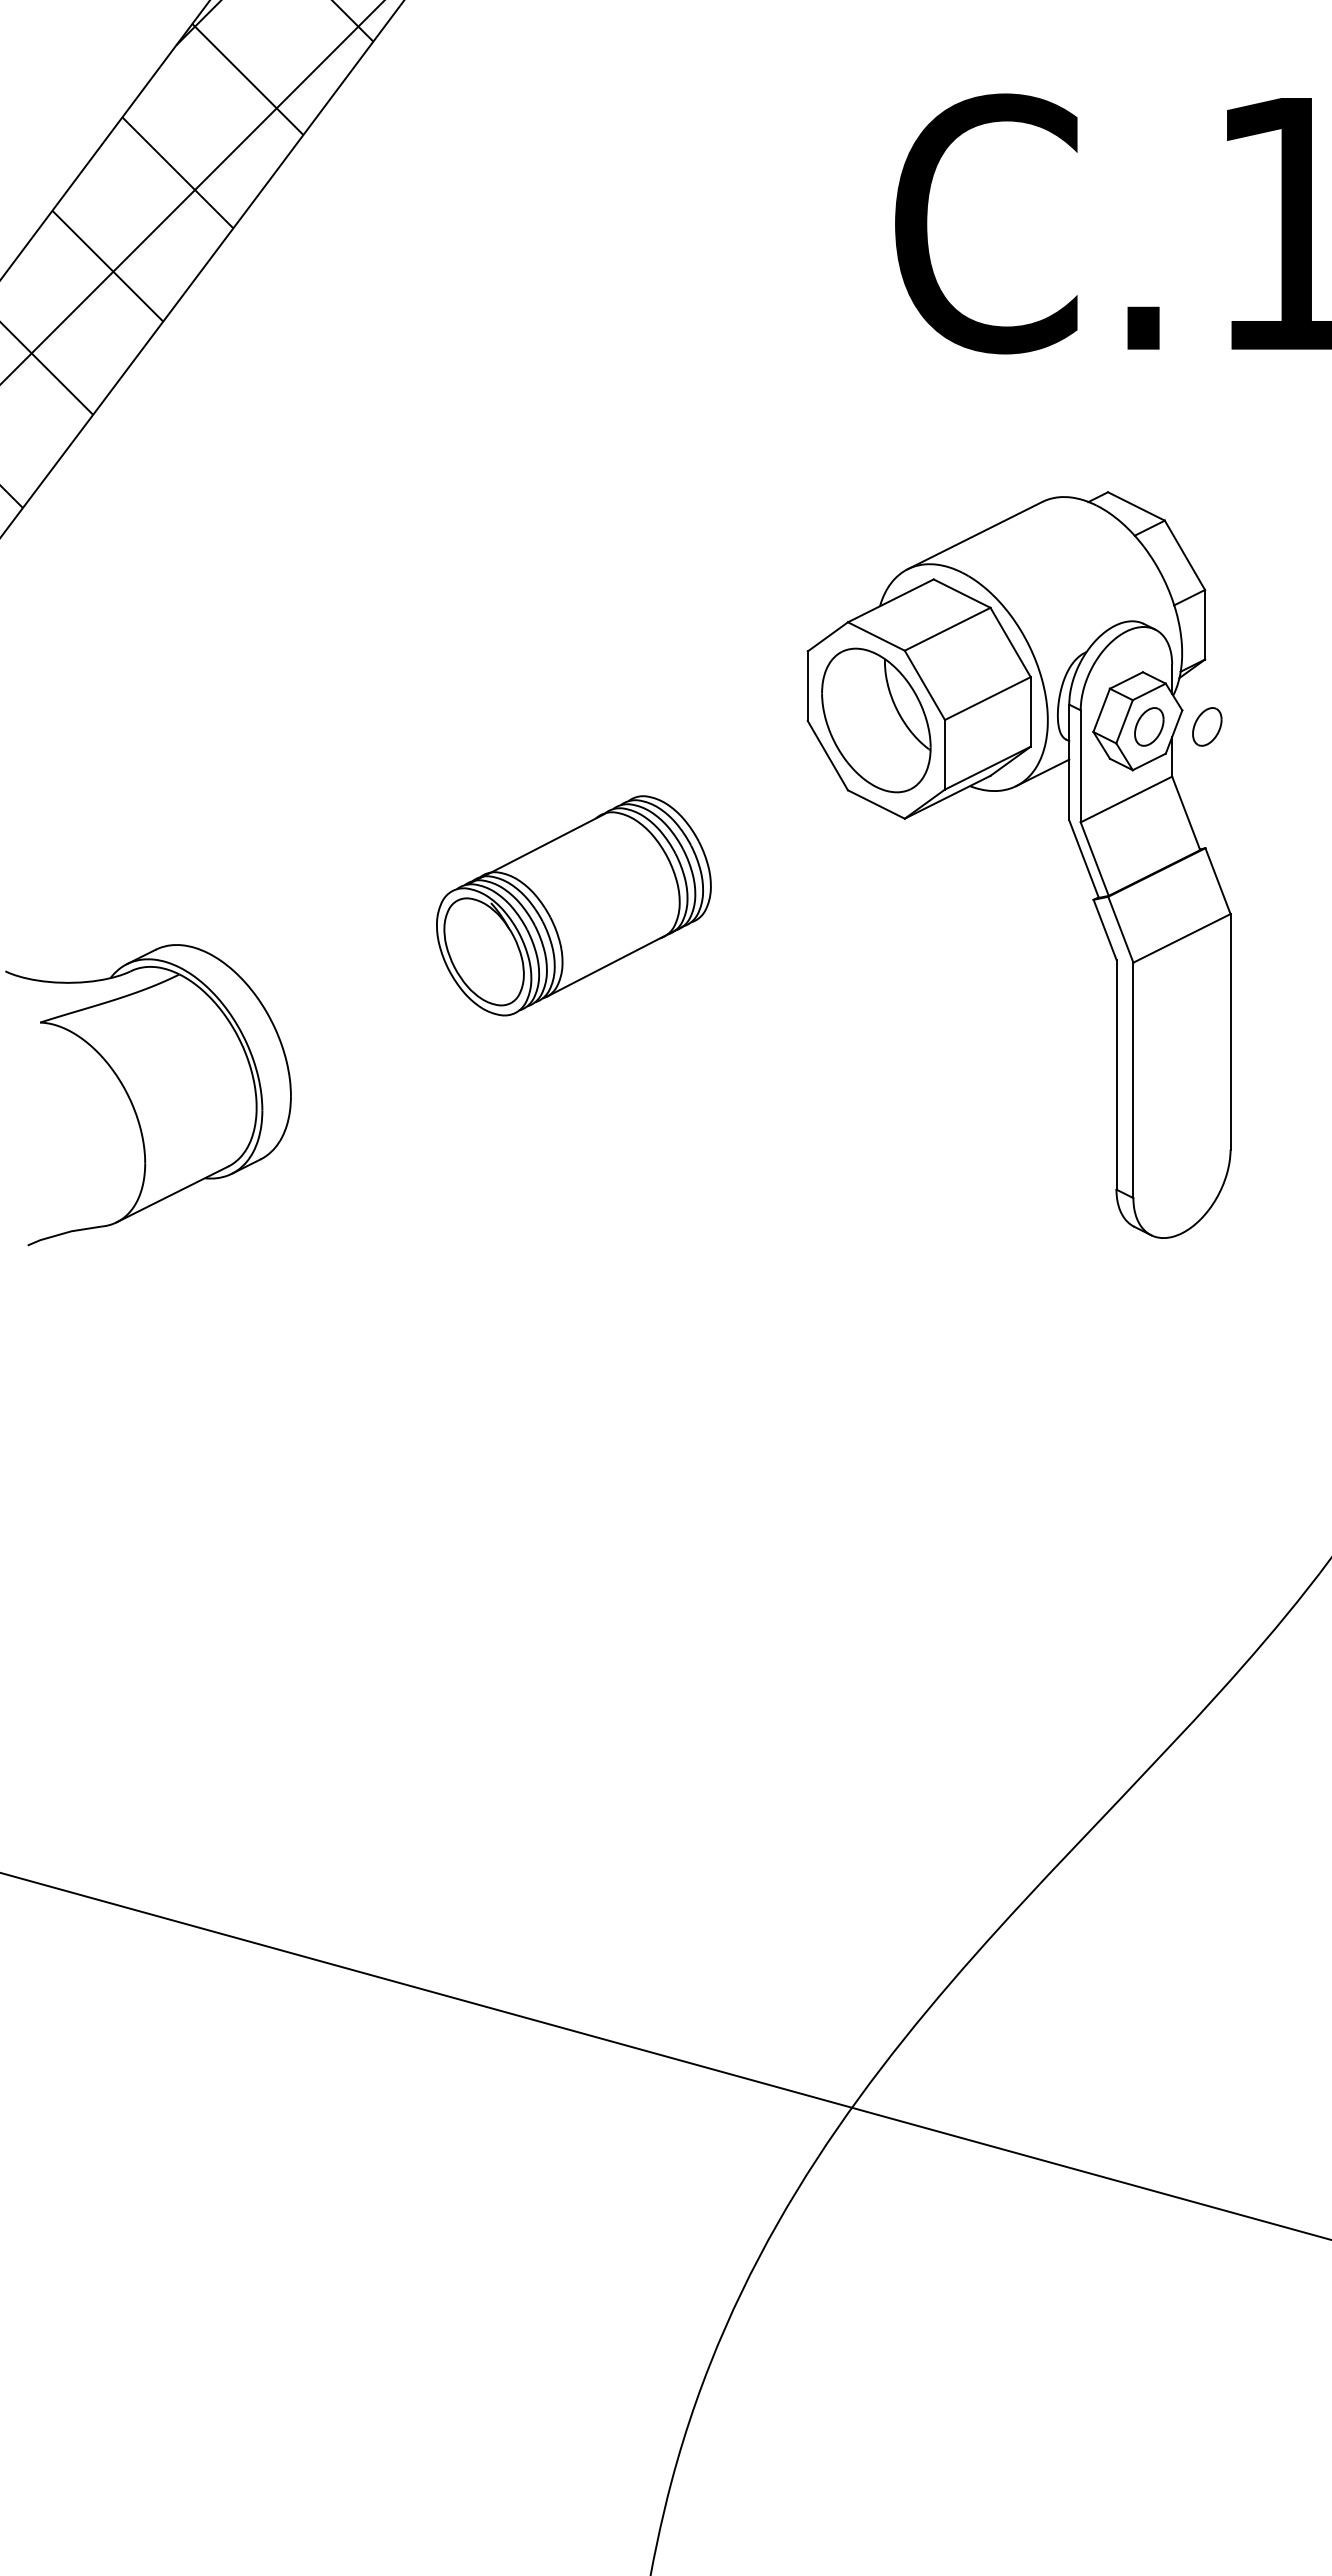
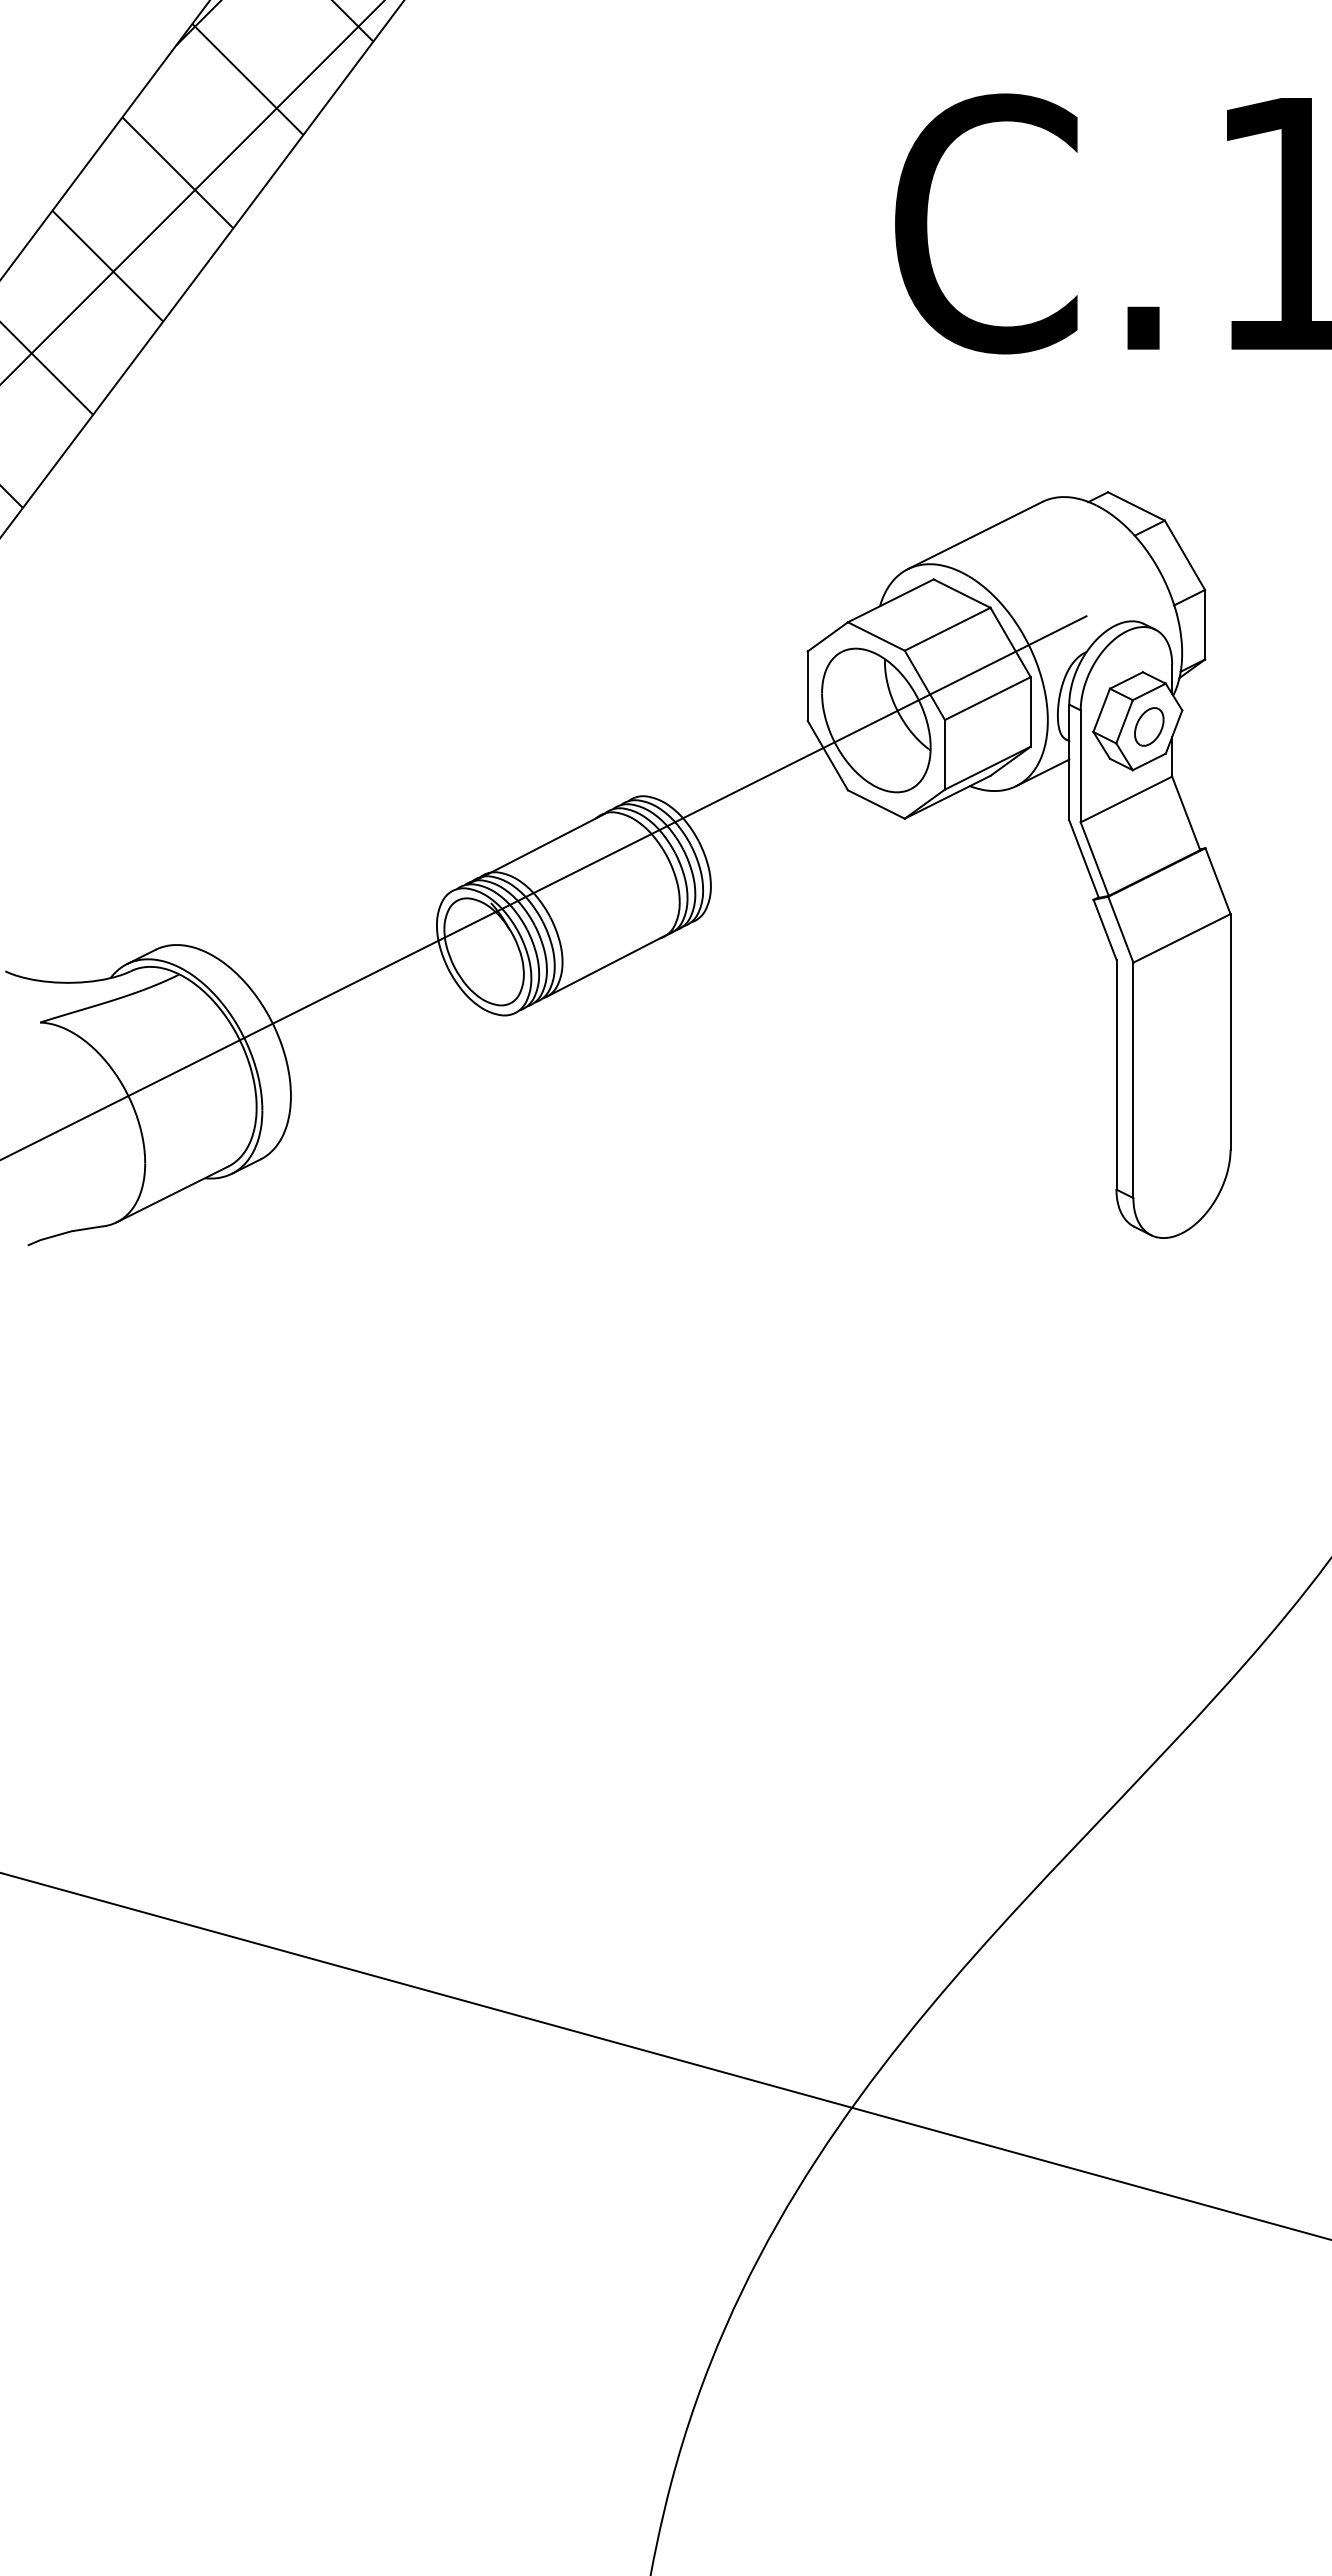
part at (1207, 726): present -> none
line at (544, 887): none -> present
